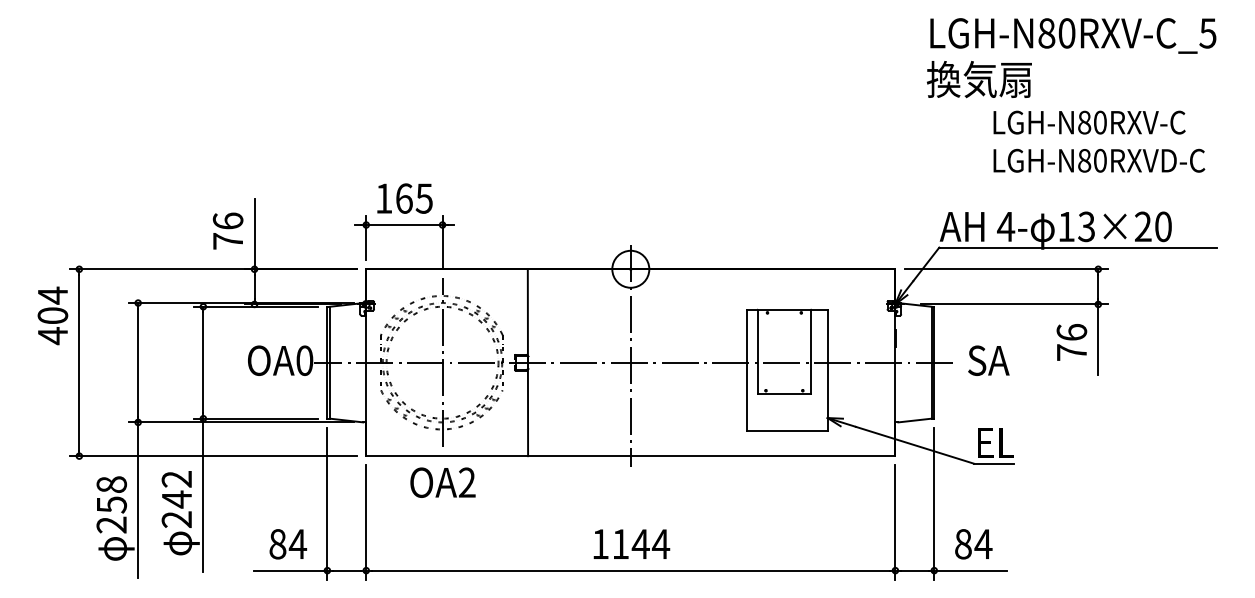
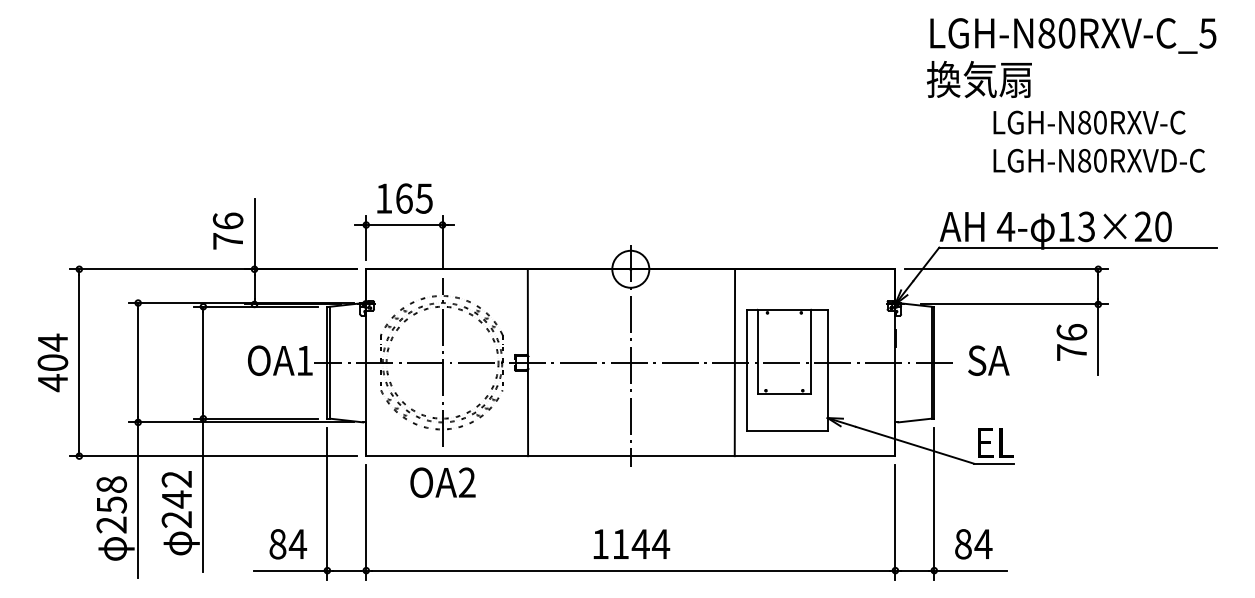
text at (52, 315) position: (52, 315) -> (52, 362)
text at (304, 360): OA0 -> OA1
line at (734, 362): none -> present
